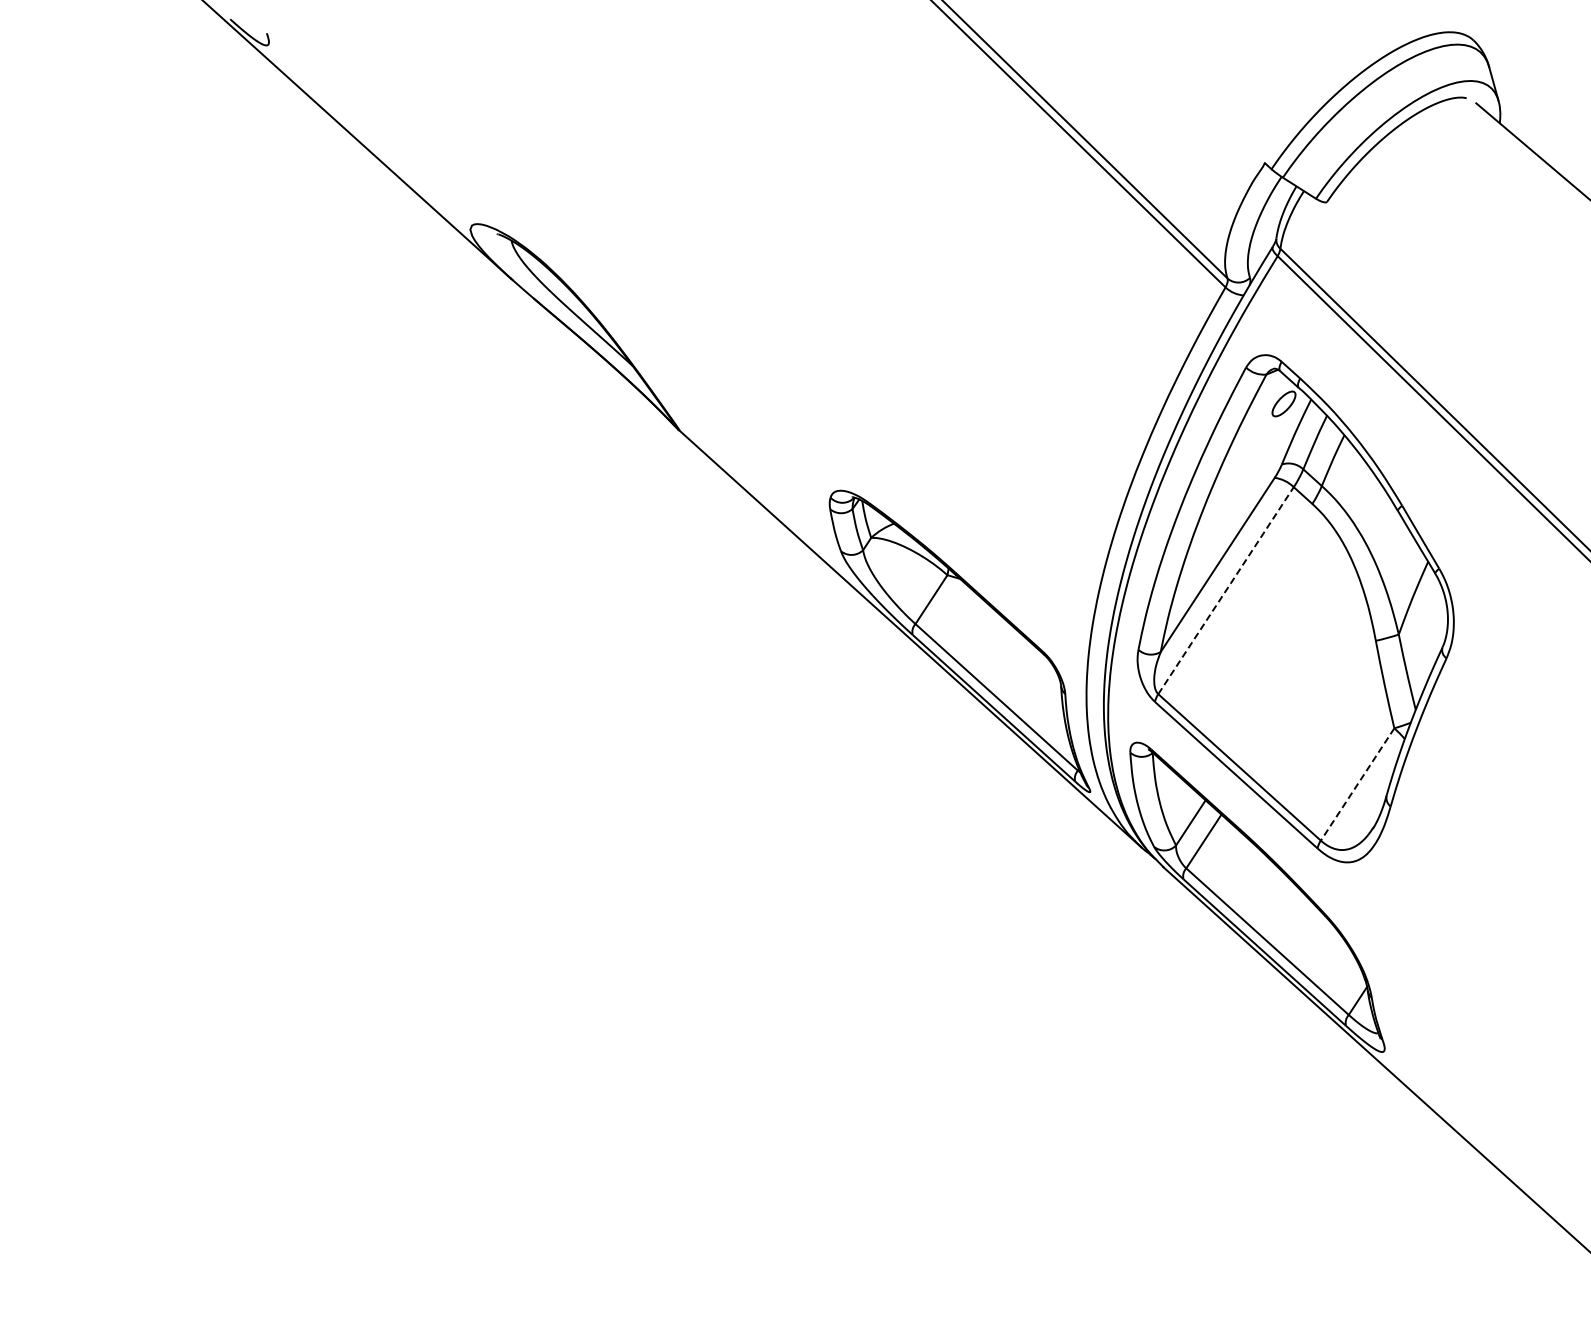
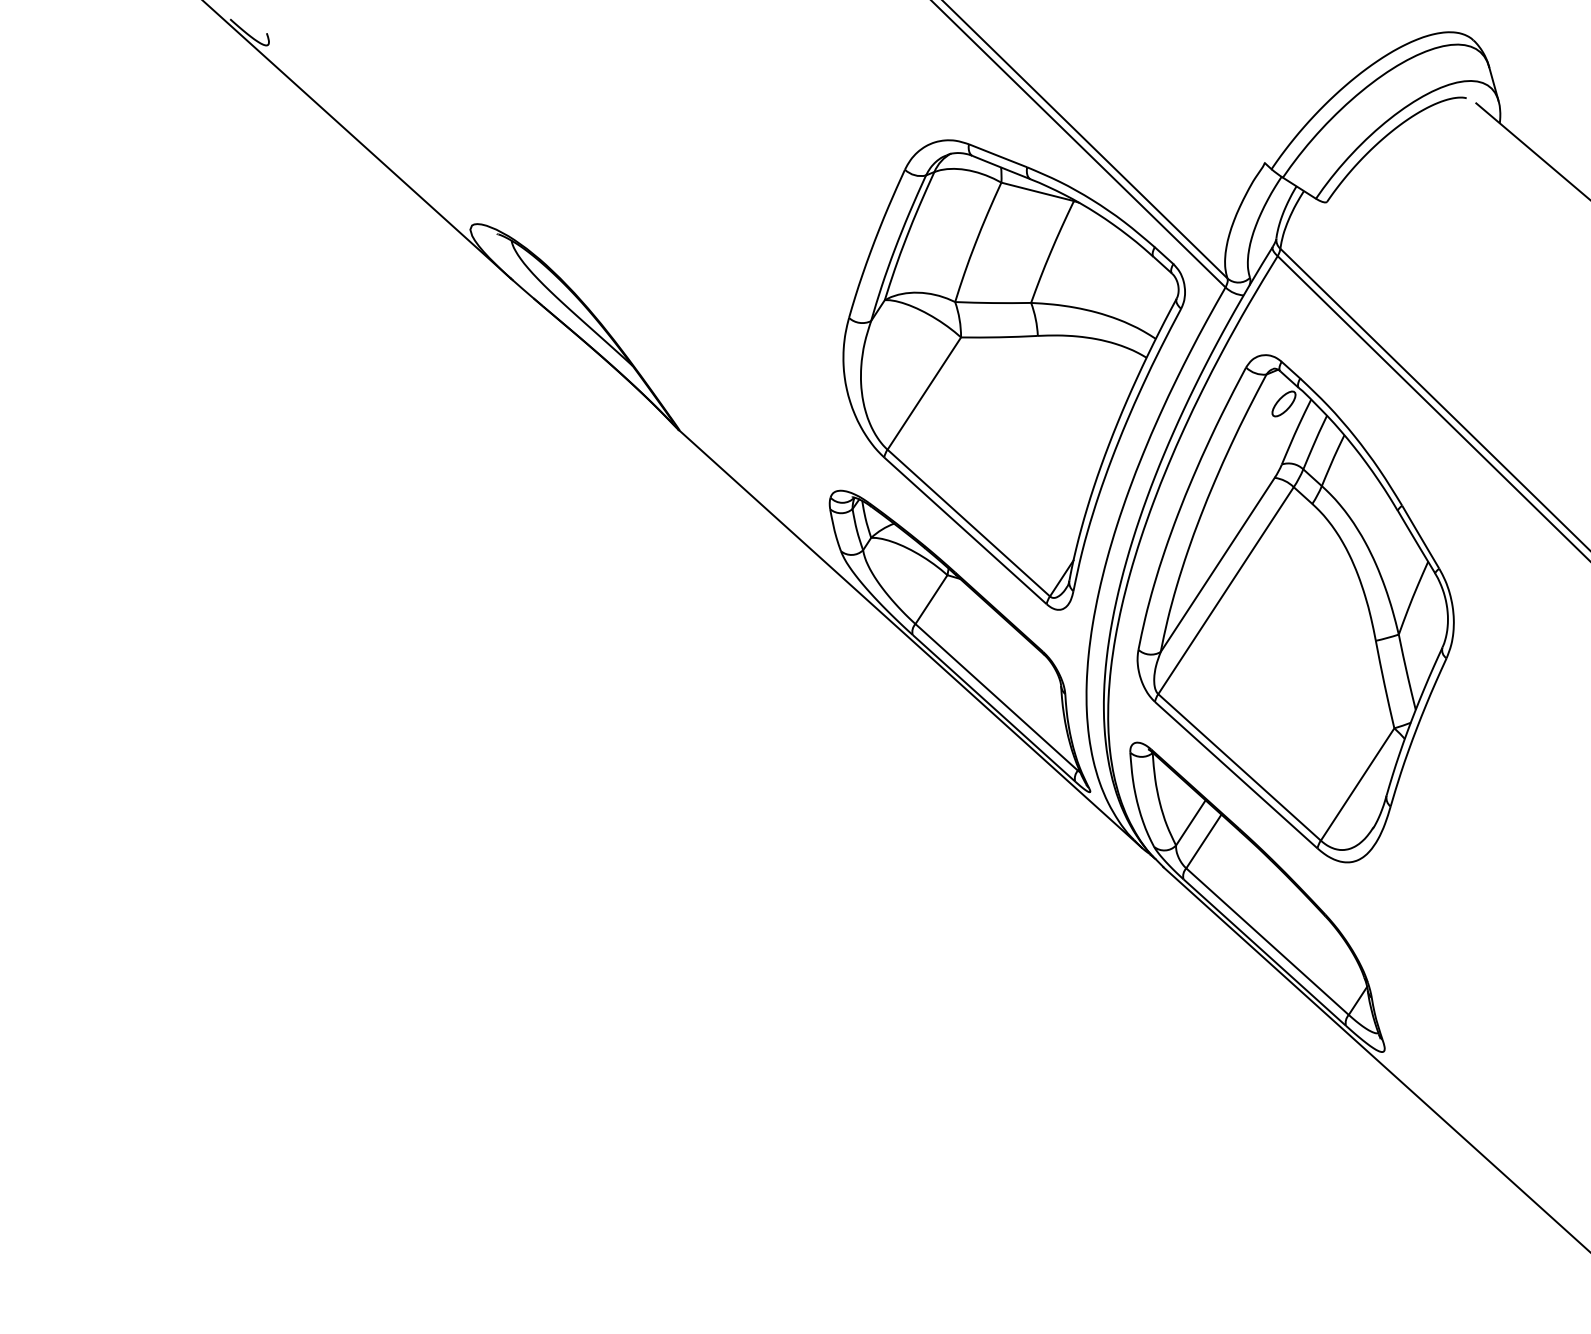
part at (1013, 374): none -> present
line at (1226, 590): dashed -> solid
line at (1357, 784): dashed -> solid
